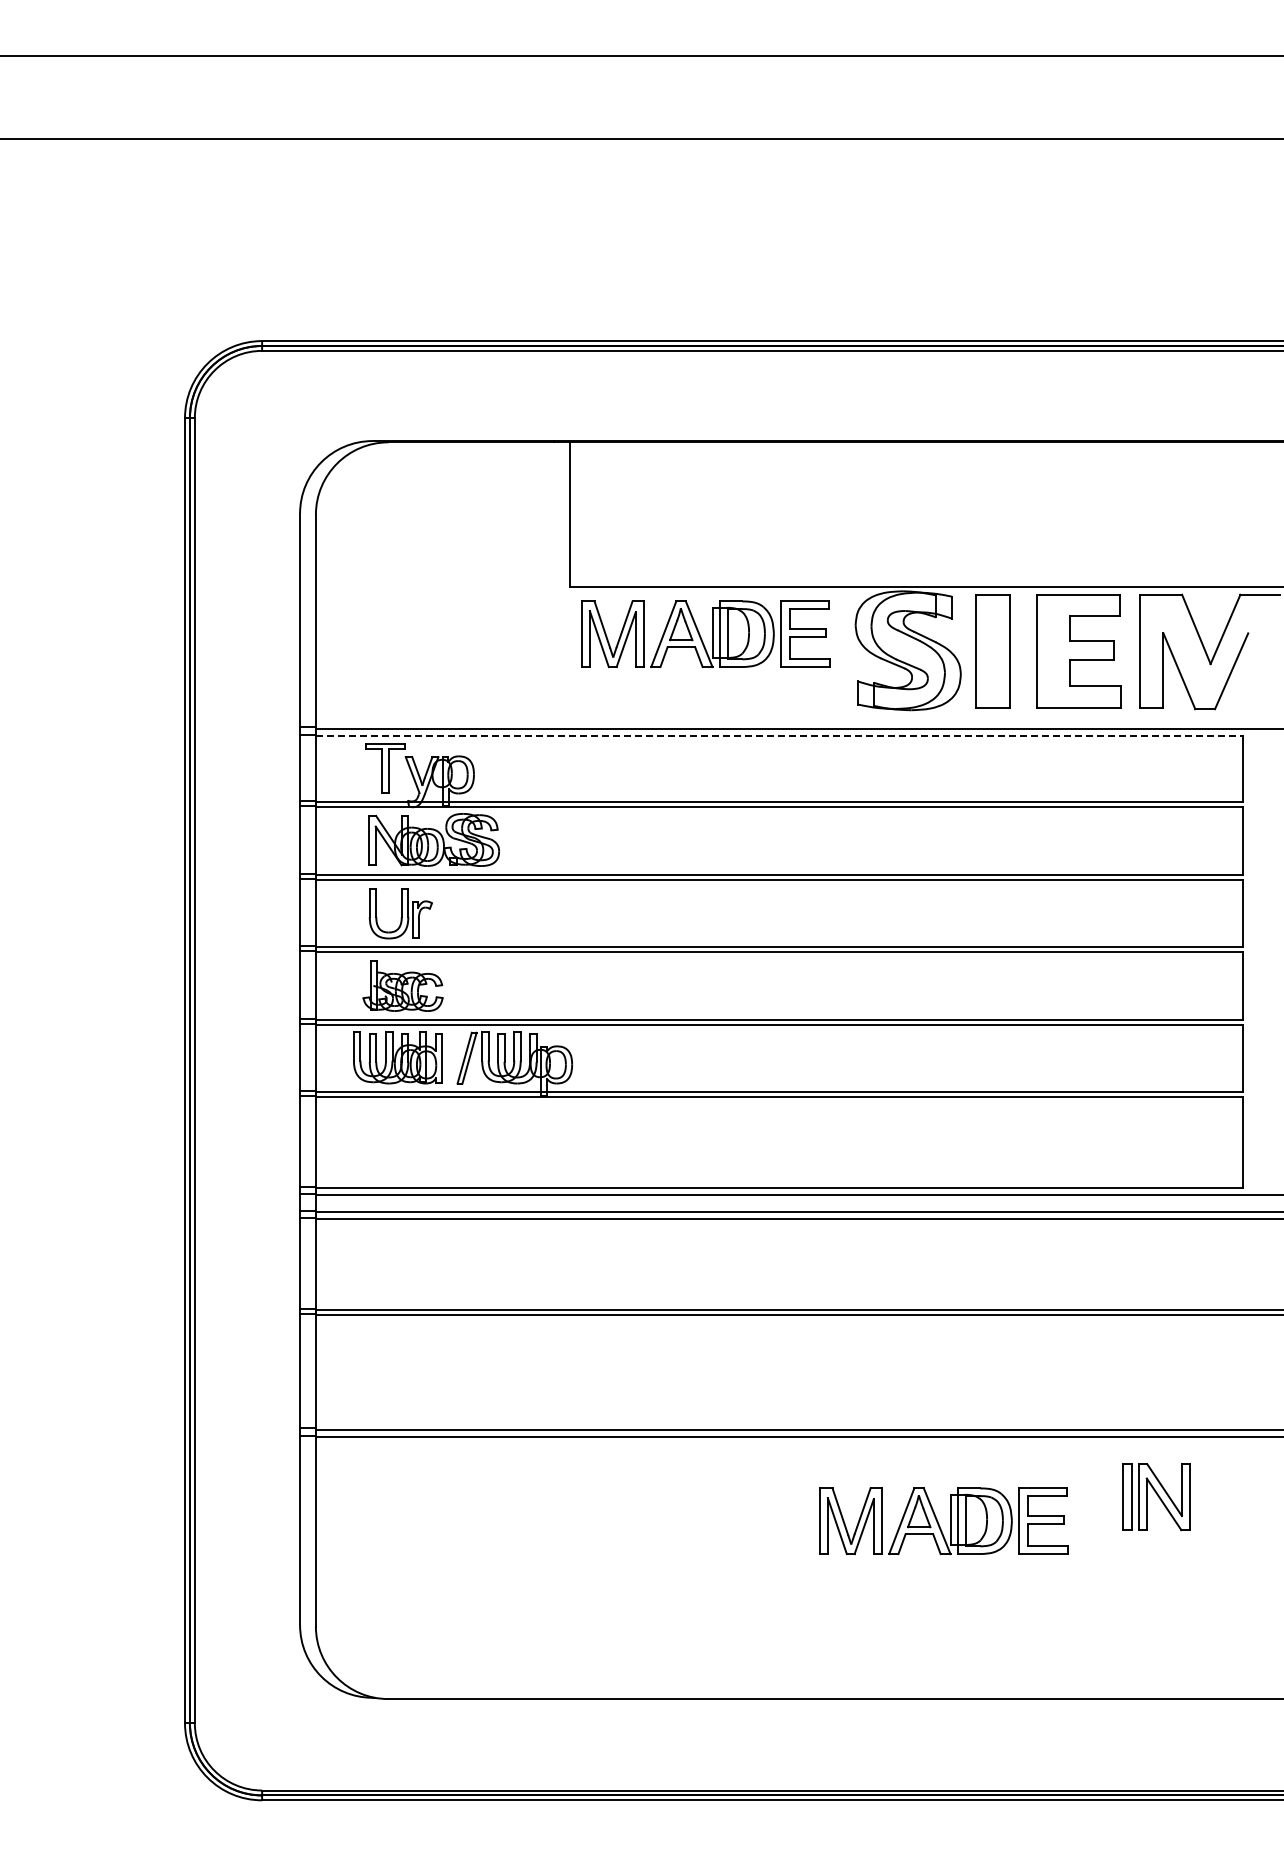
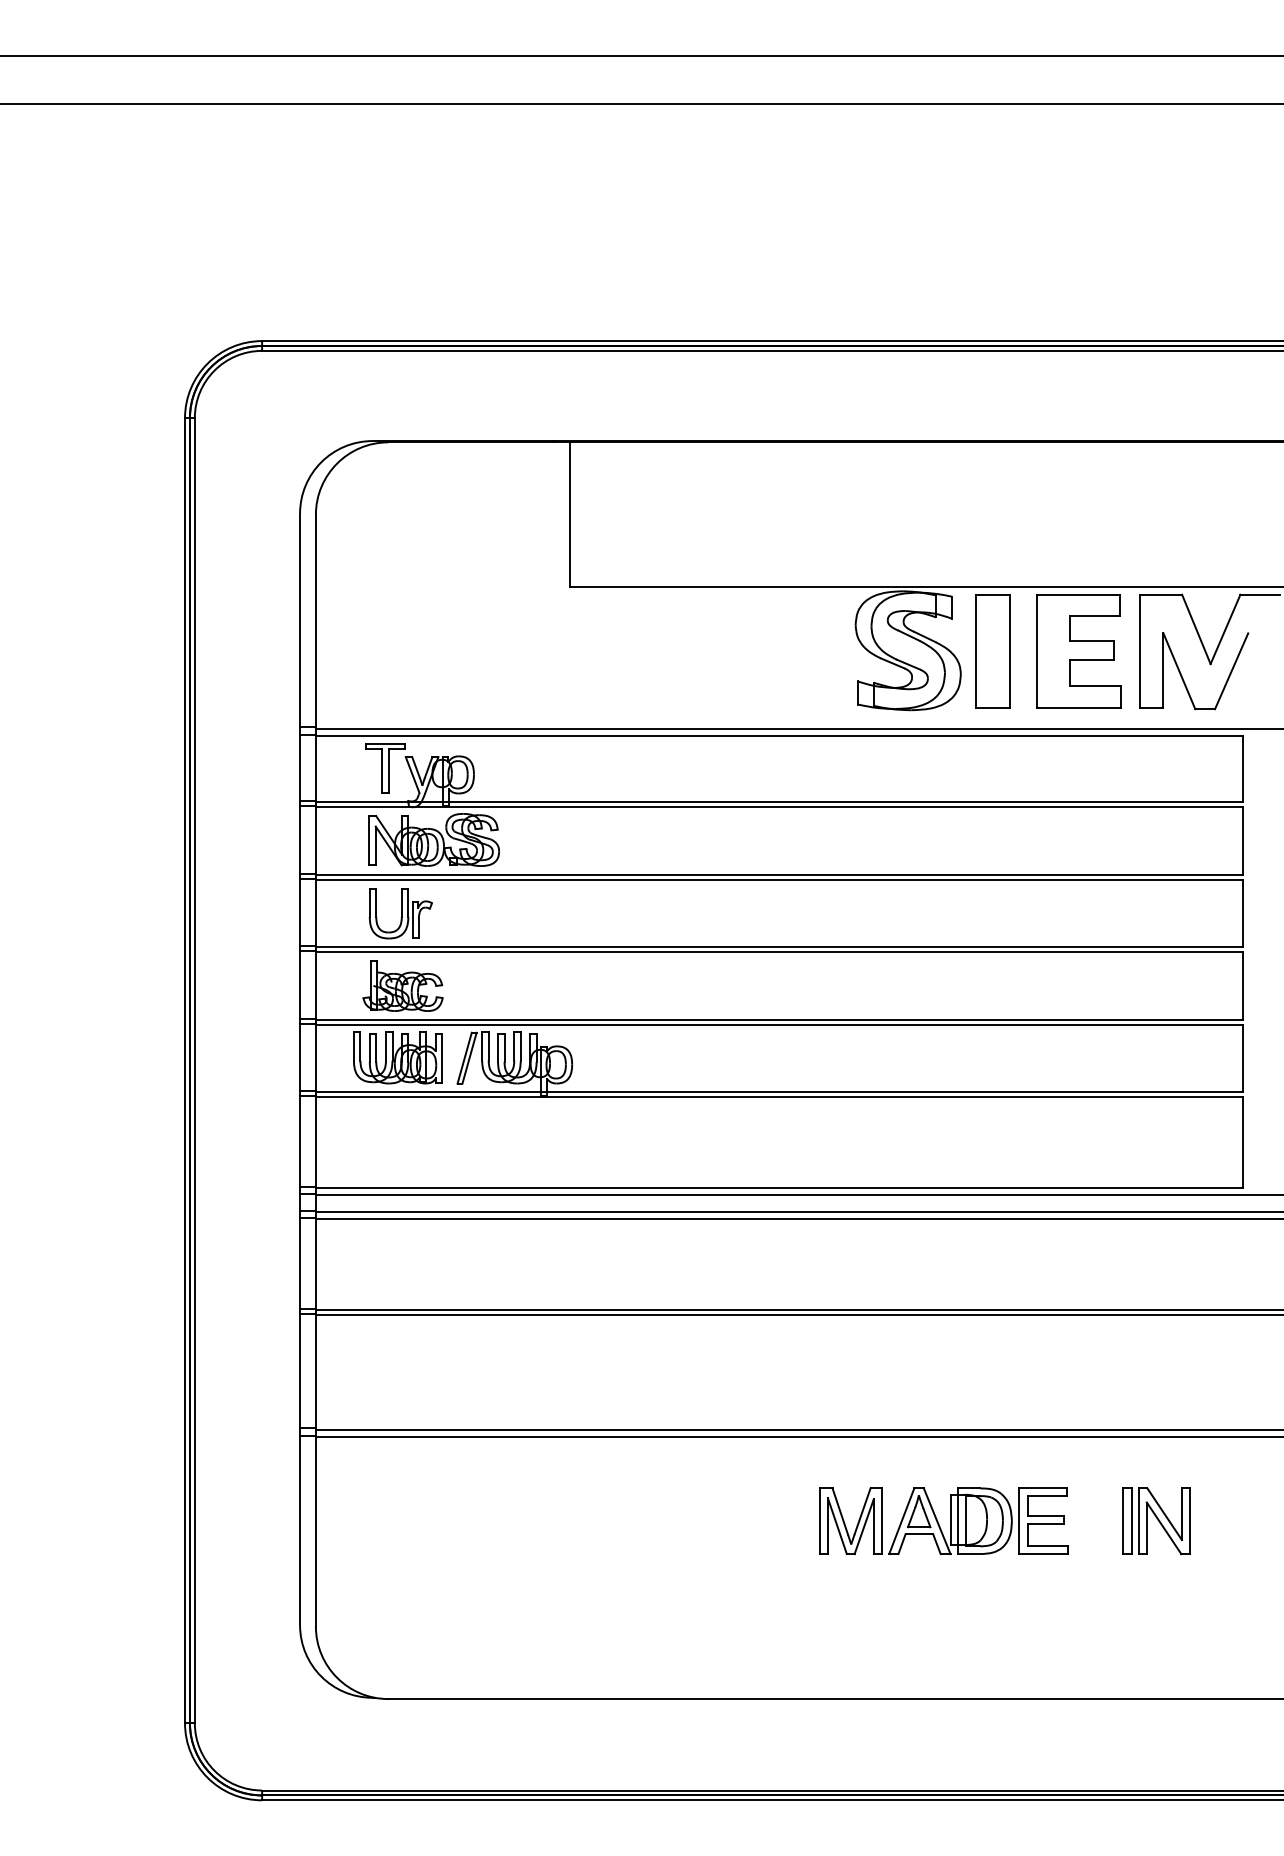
line at (641, 139) position: (641, 139) -> (641, 104)
part at (705, 634): present -> none
line at (779, 735): dashed -> solid
part at (1156, 1497) position: (1156, 1497) -> (1156, 1521)
